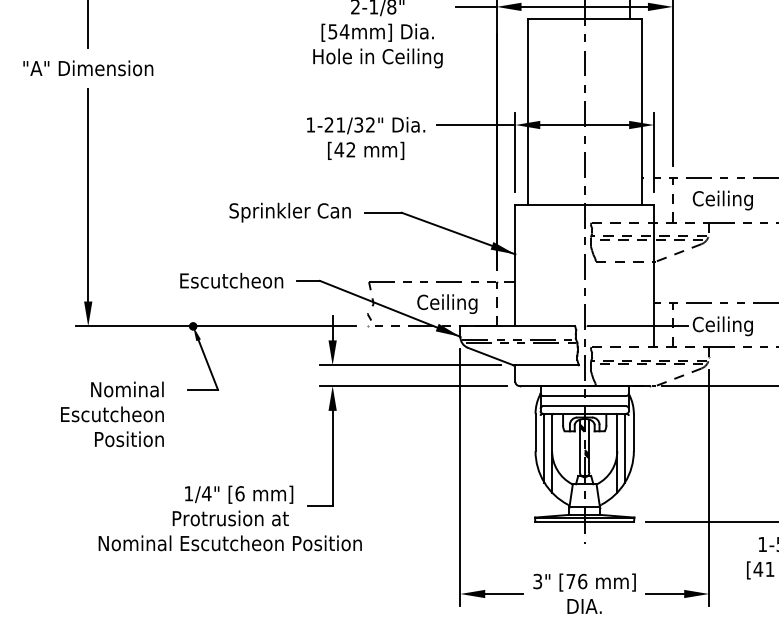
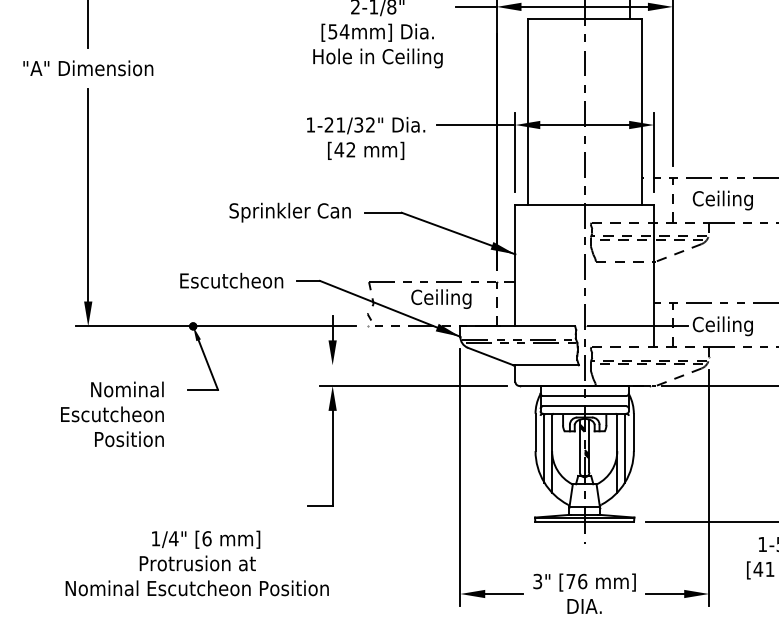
text at (447, 303) position: (447, 303) -> (441, 298)
line at (410, 365): present -> none
text at (229, 518) position: (229, 518) -> (196, 563)
